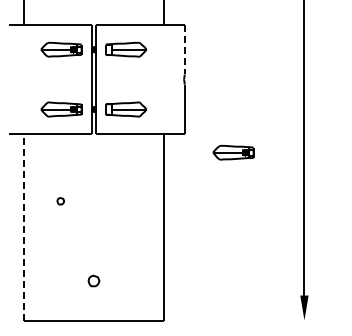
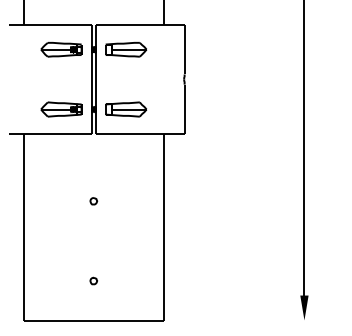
line at (184, 49): dashed -> solid
part at (233, 152): present -> none
part at (60, 201) position: (60, 201) -> (93, 201)
line at (23, 227): dashed -> solid
part at (93, 280) size: 14x14 px -> 9x10 px
